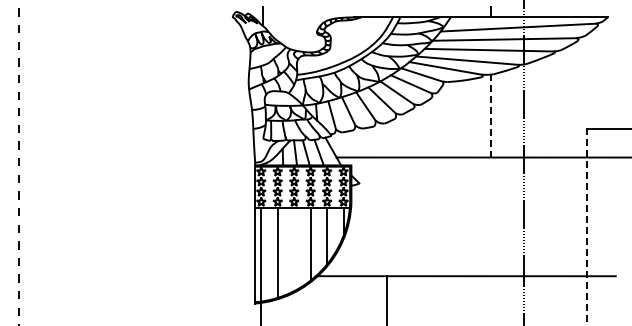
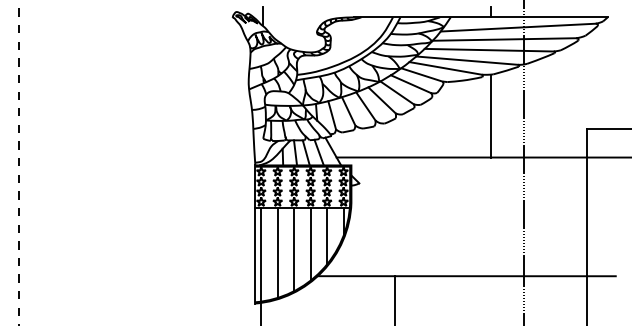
line at (491, 115): dashed -> solid
line at (586, 226): dashed -> solid
line at (294, 249): none -> present
line at (387, 299) position: (387, 299) -> (395, 299)
